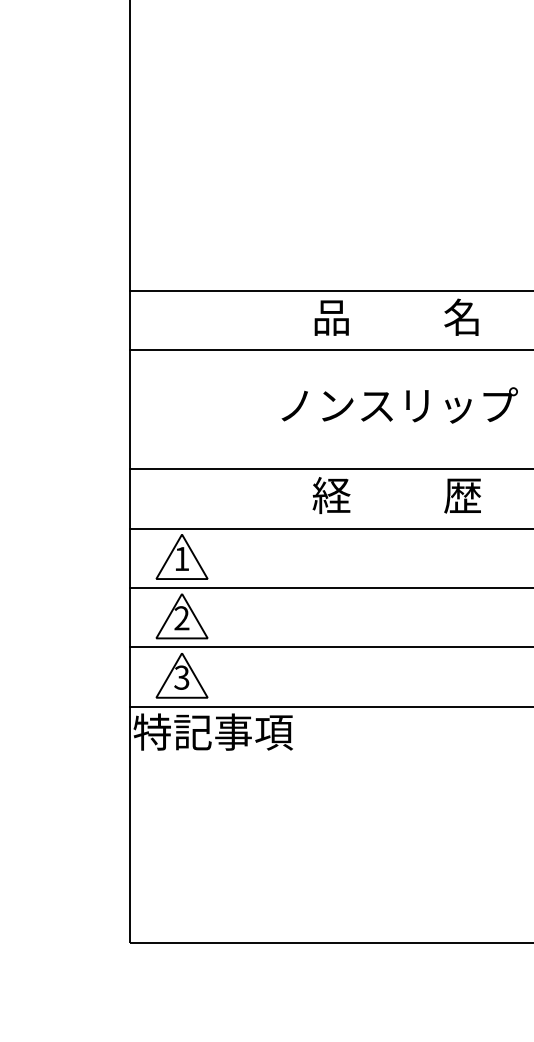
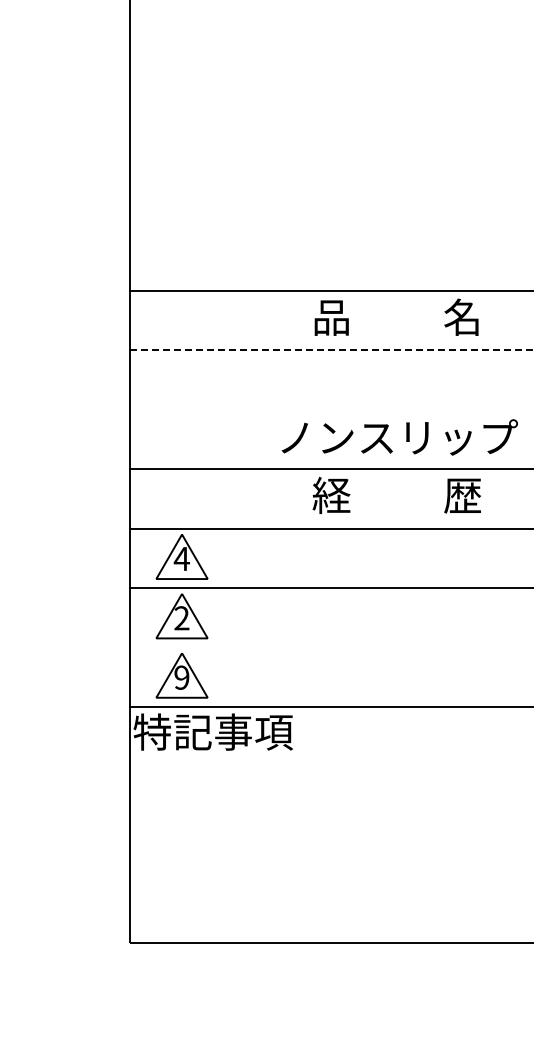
line at (332, 350): solid -> dashed
text at (399, 405) position: (399, 405) -> (399, 437)
text at (181, 558): 1 -> 4
line at (330, 647): present -> none
text at (181, 677): 3 -> 9
